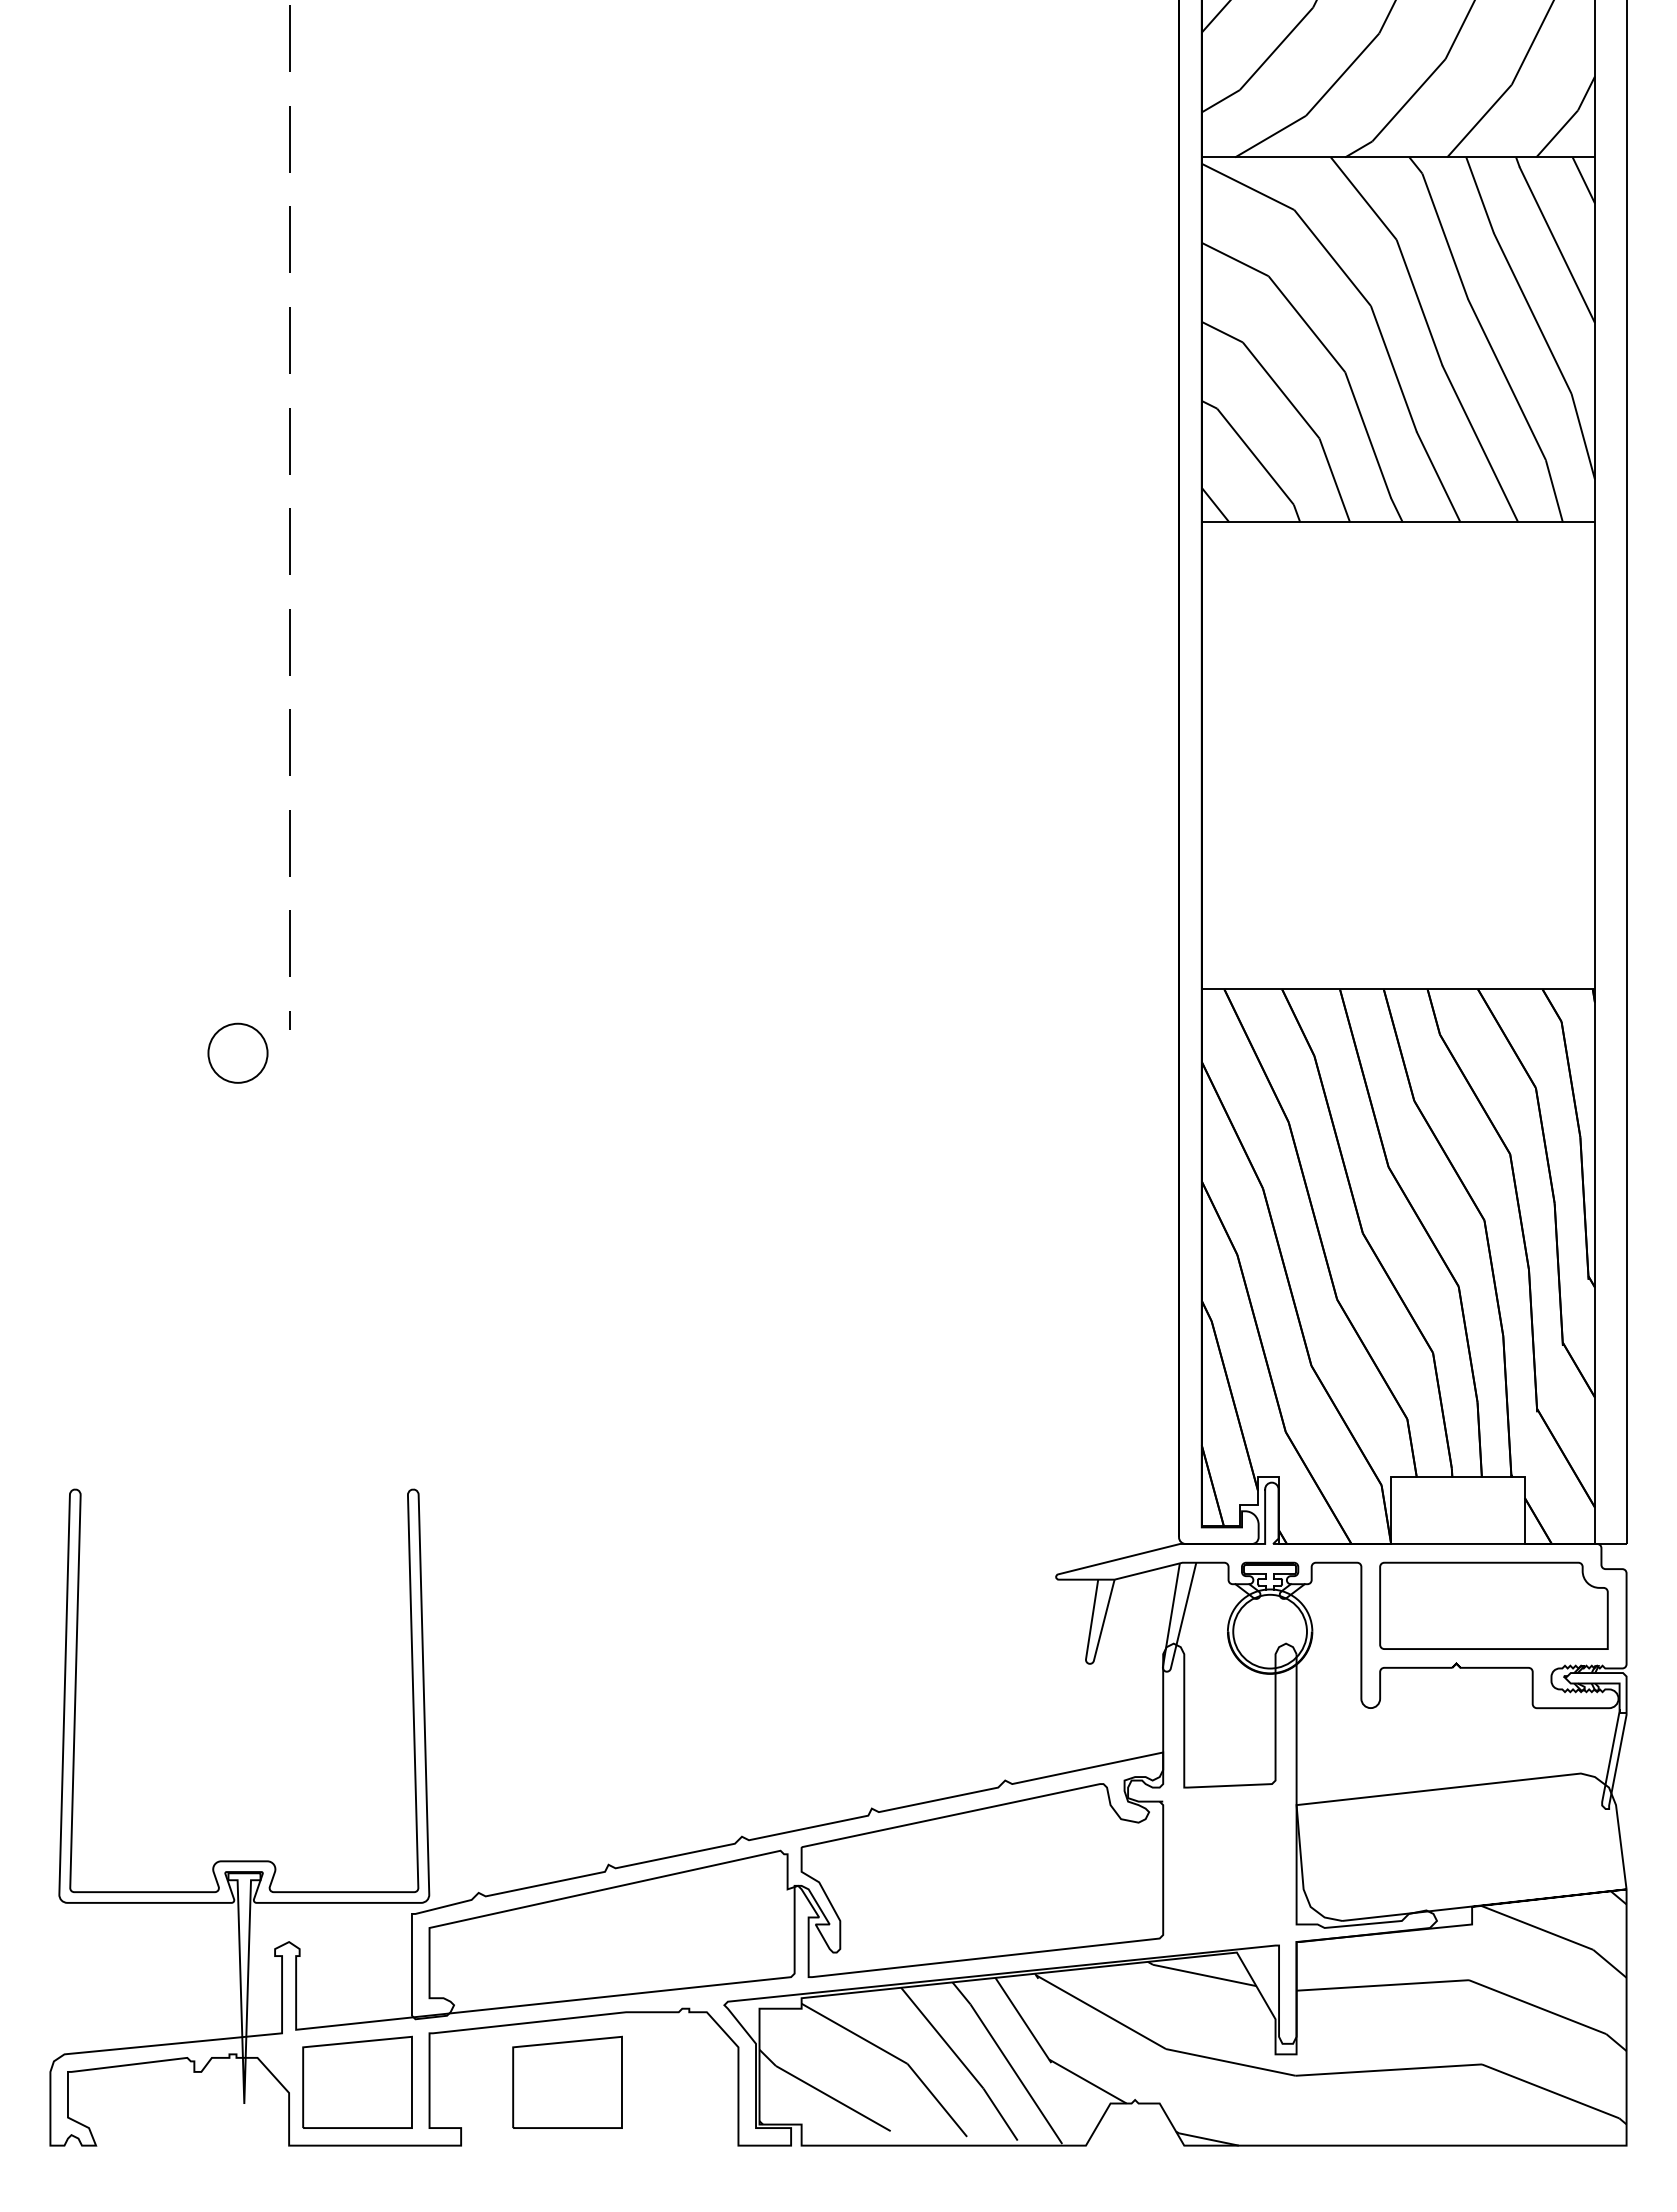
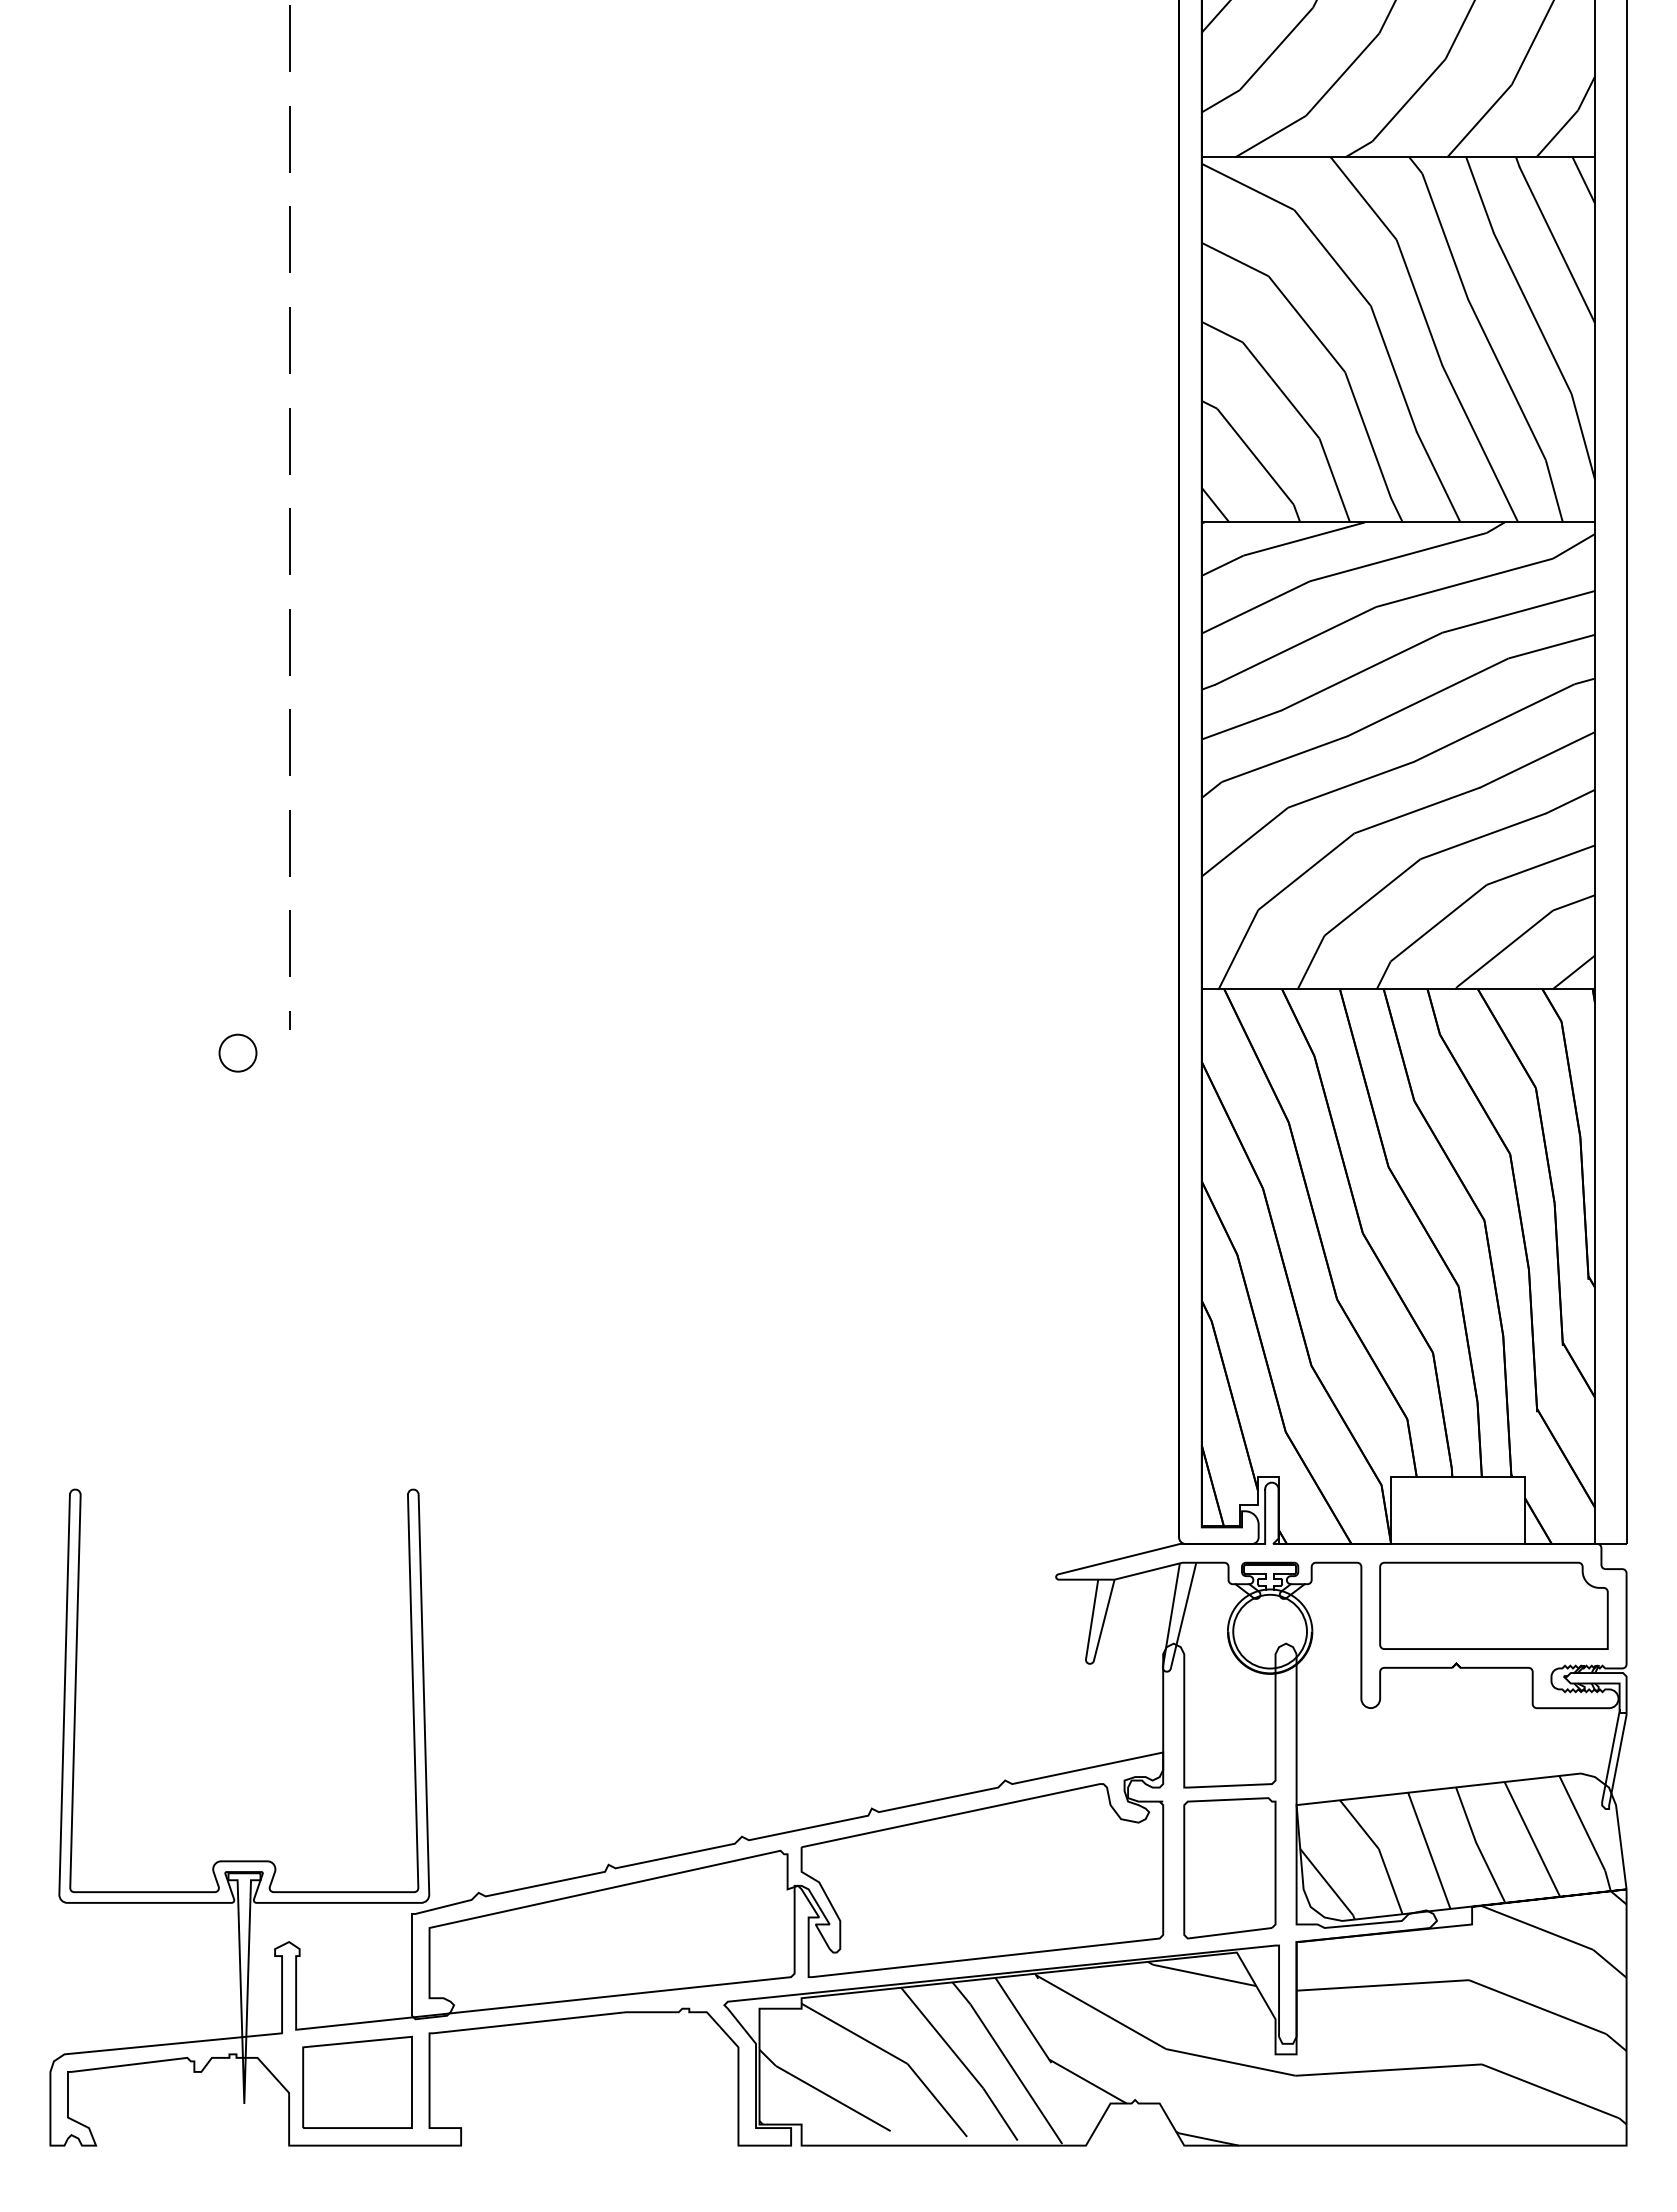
hatch at (1397, 755): none -> present
circle at (237, 1052) size: 62x62 px -> 40x40 px
hatch at (1455, 1847): none -> present
part at (1229, 1868): none -> present
part at (567, 2081): present -> none
